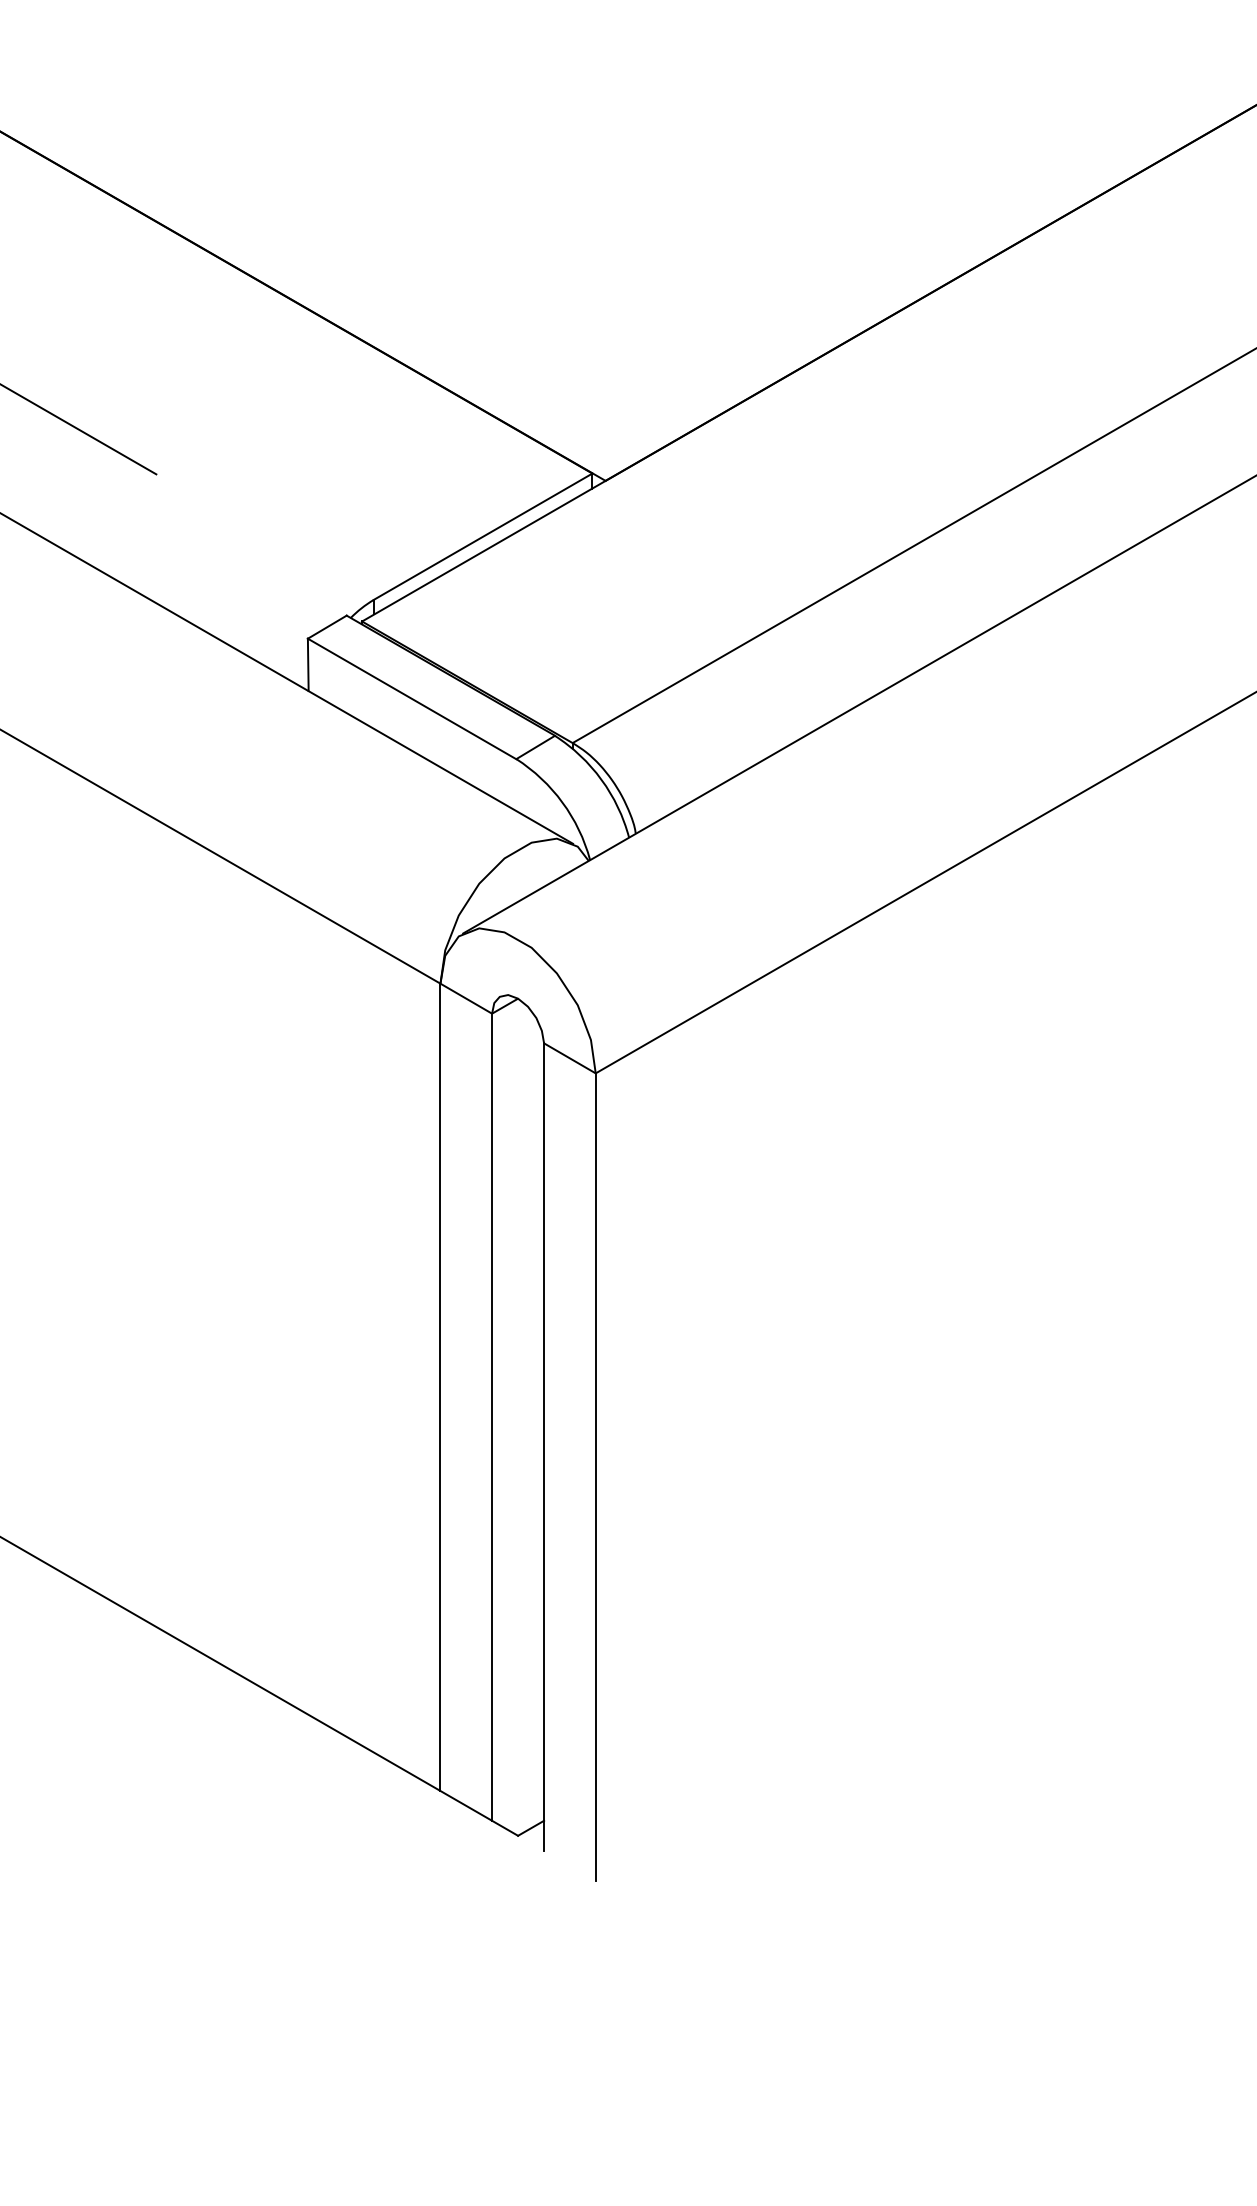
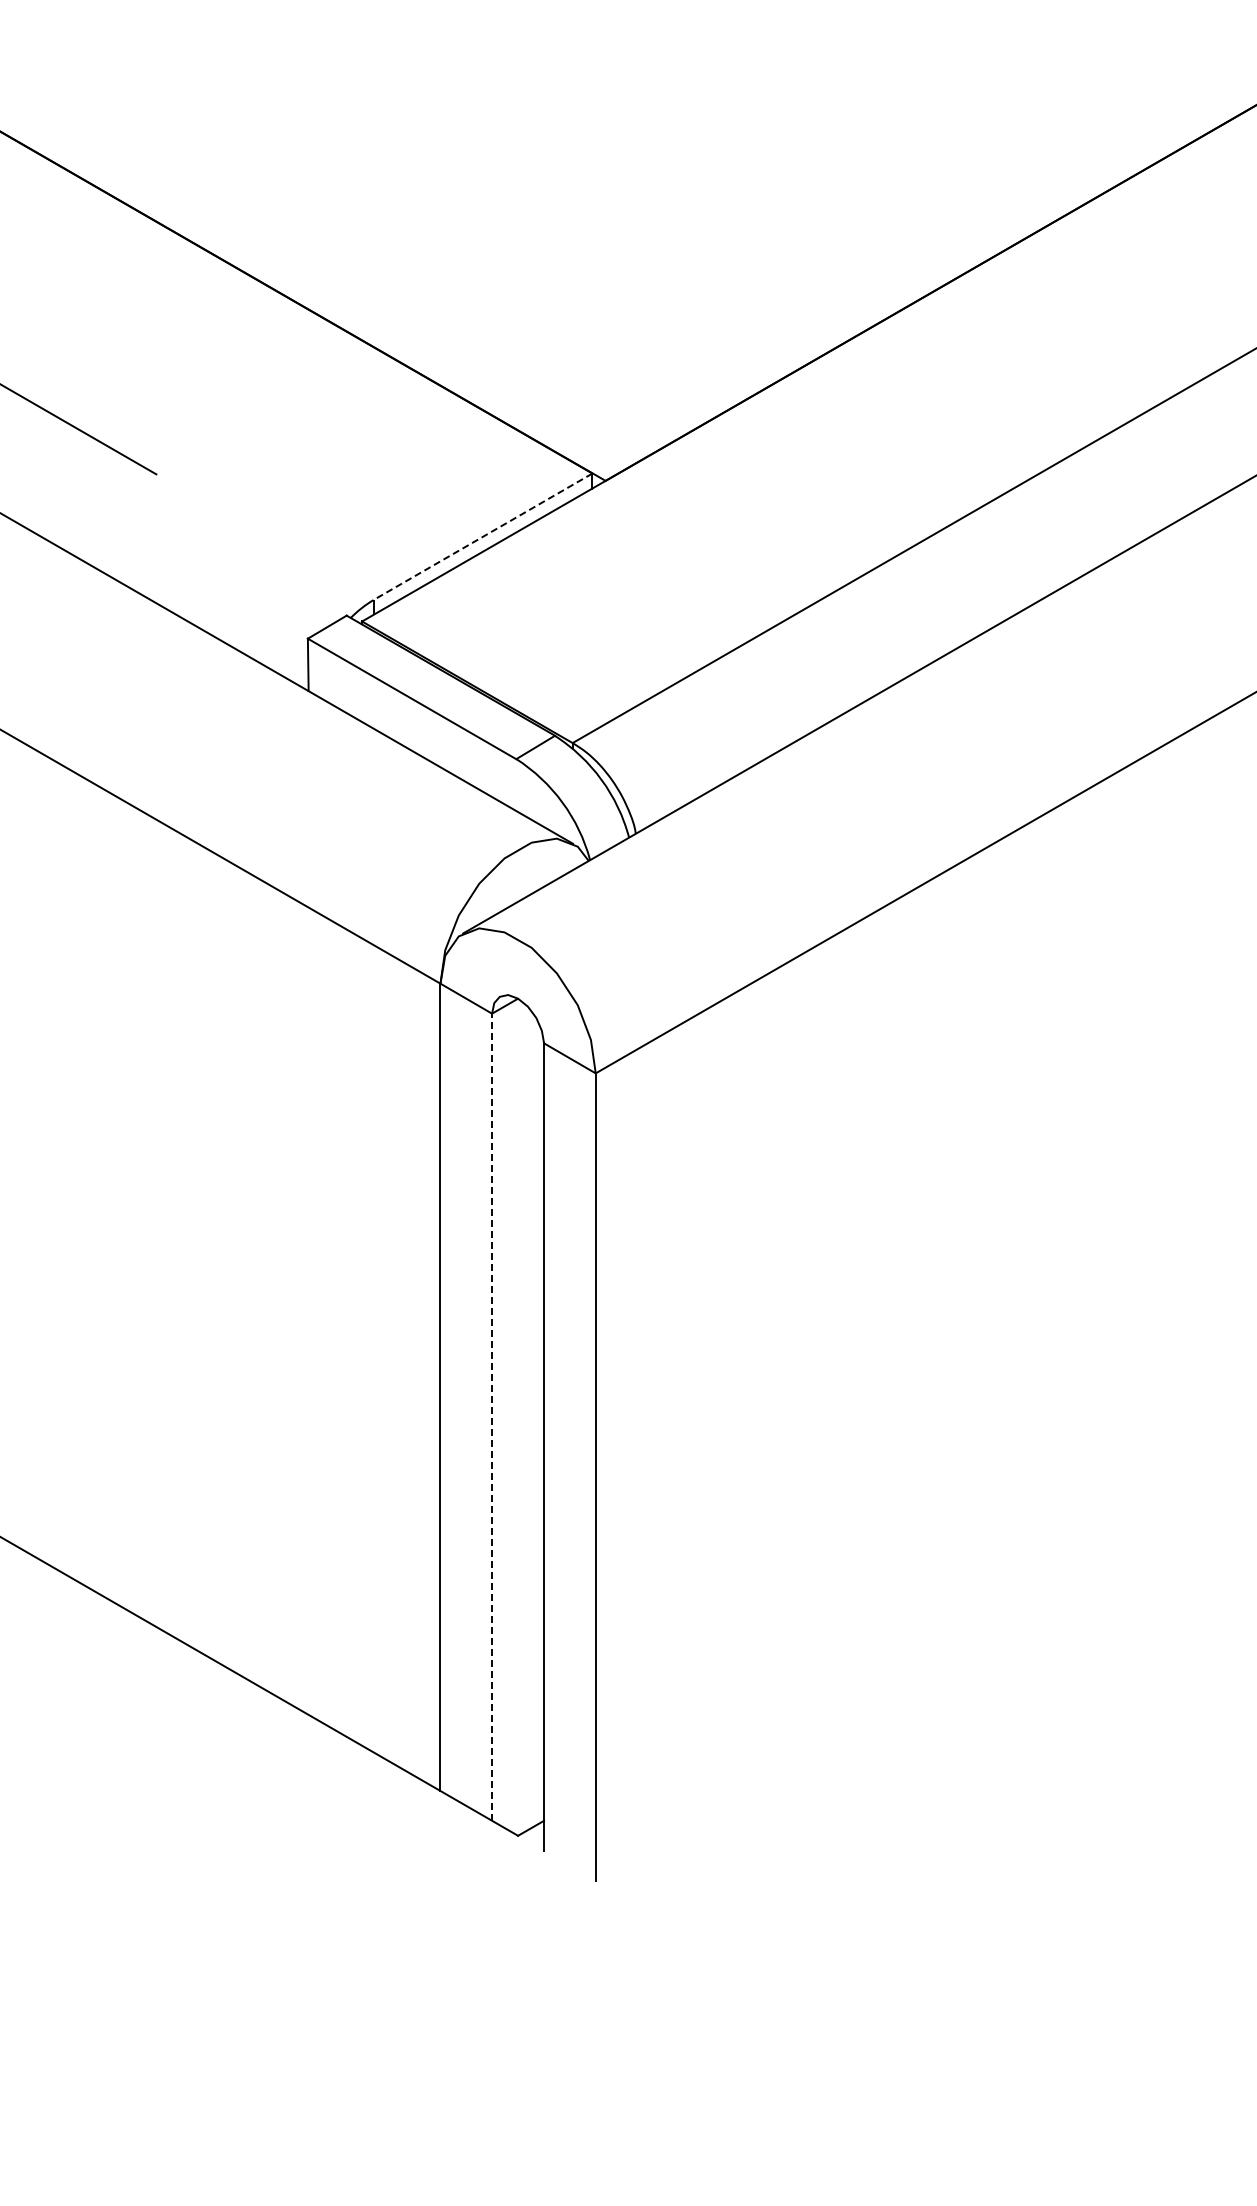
line at (482, 536): solid -> dashed
line at (492, 1417): solid -> dashed
